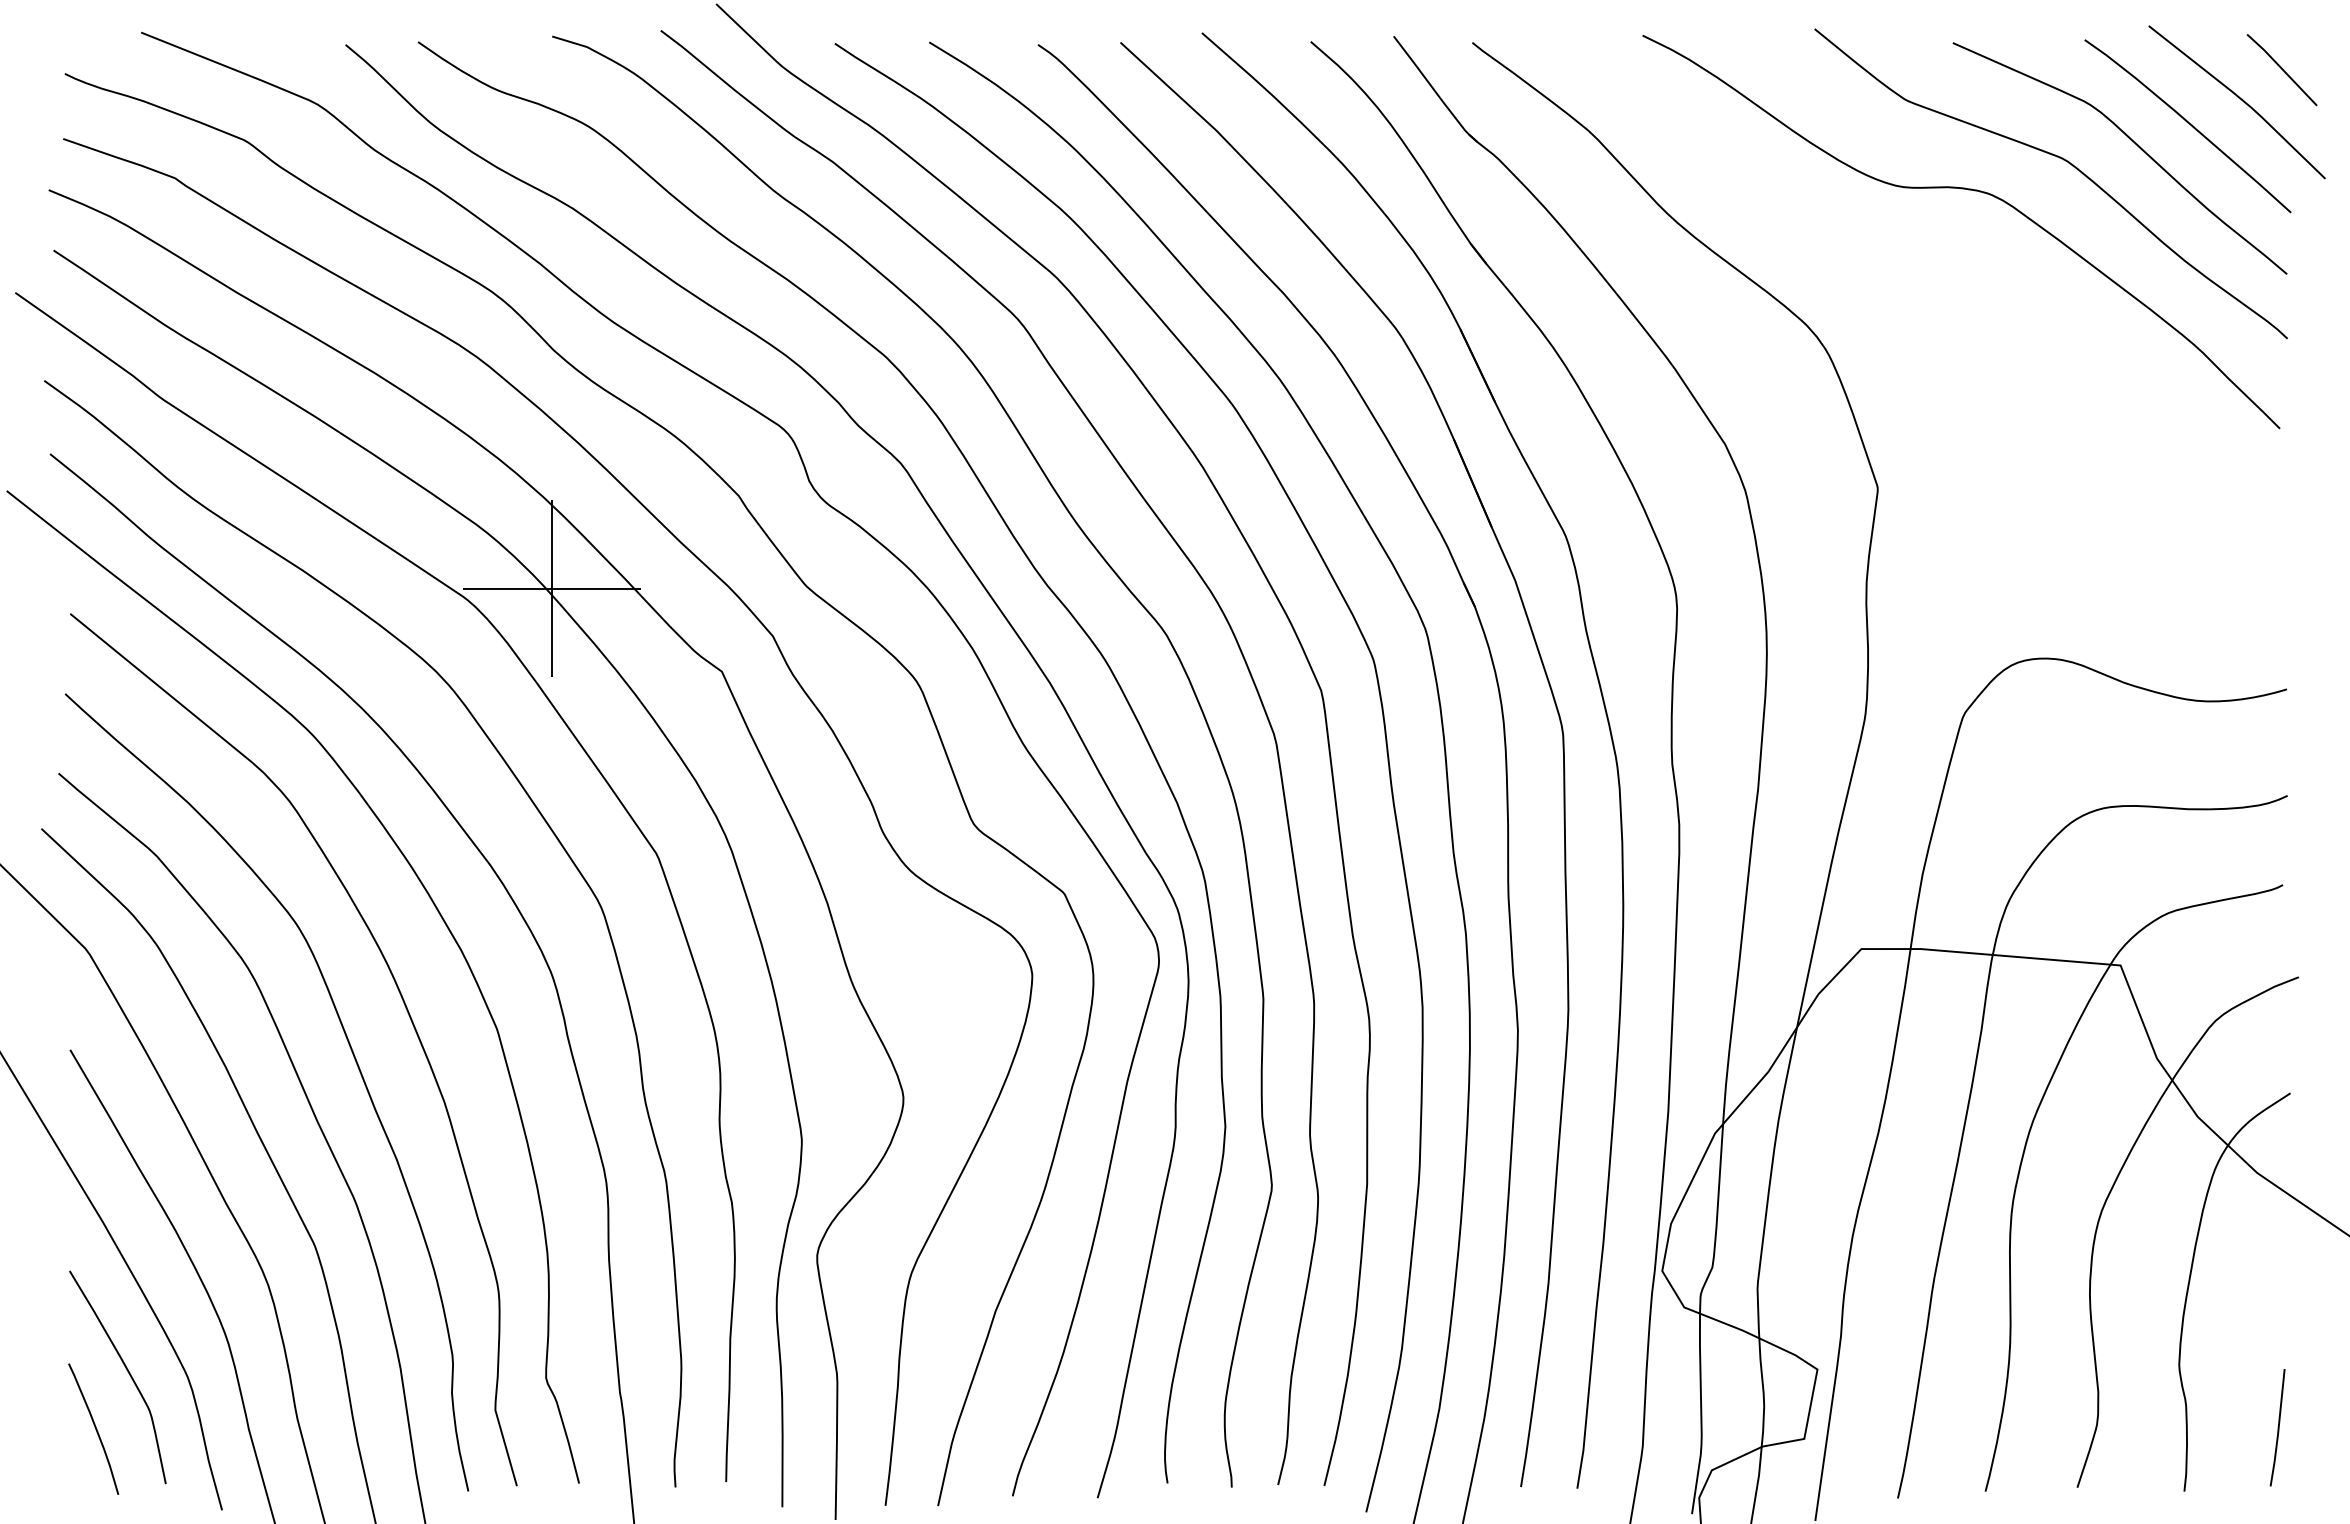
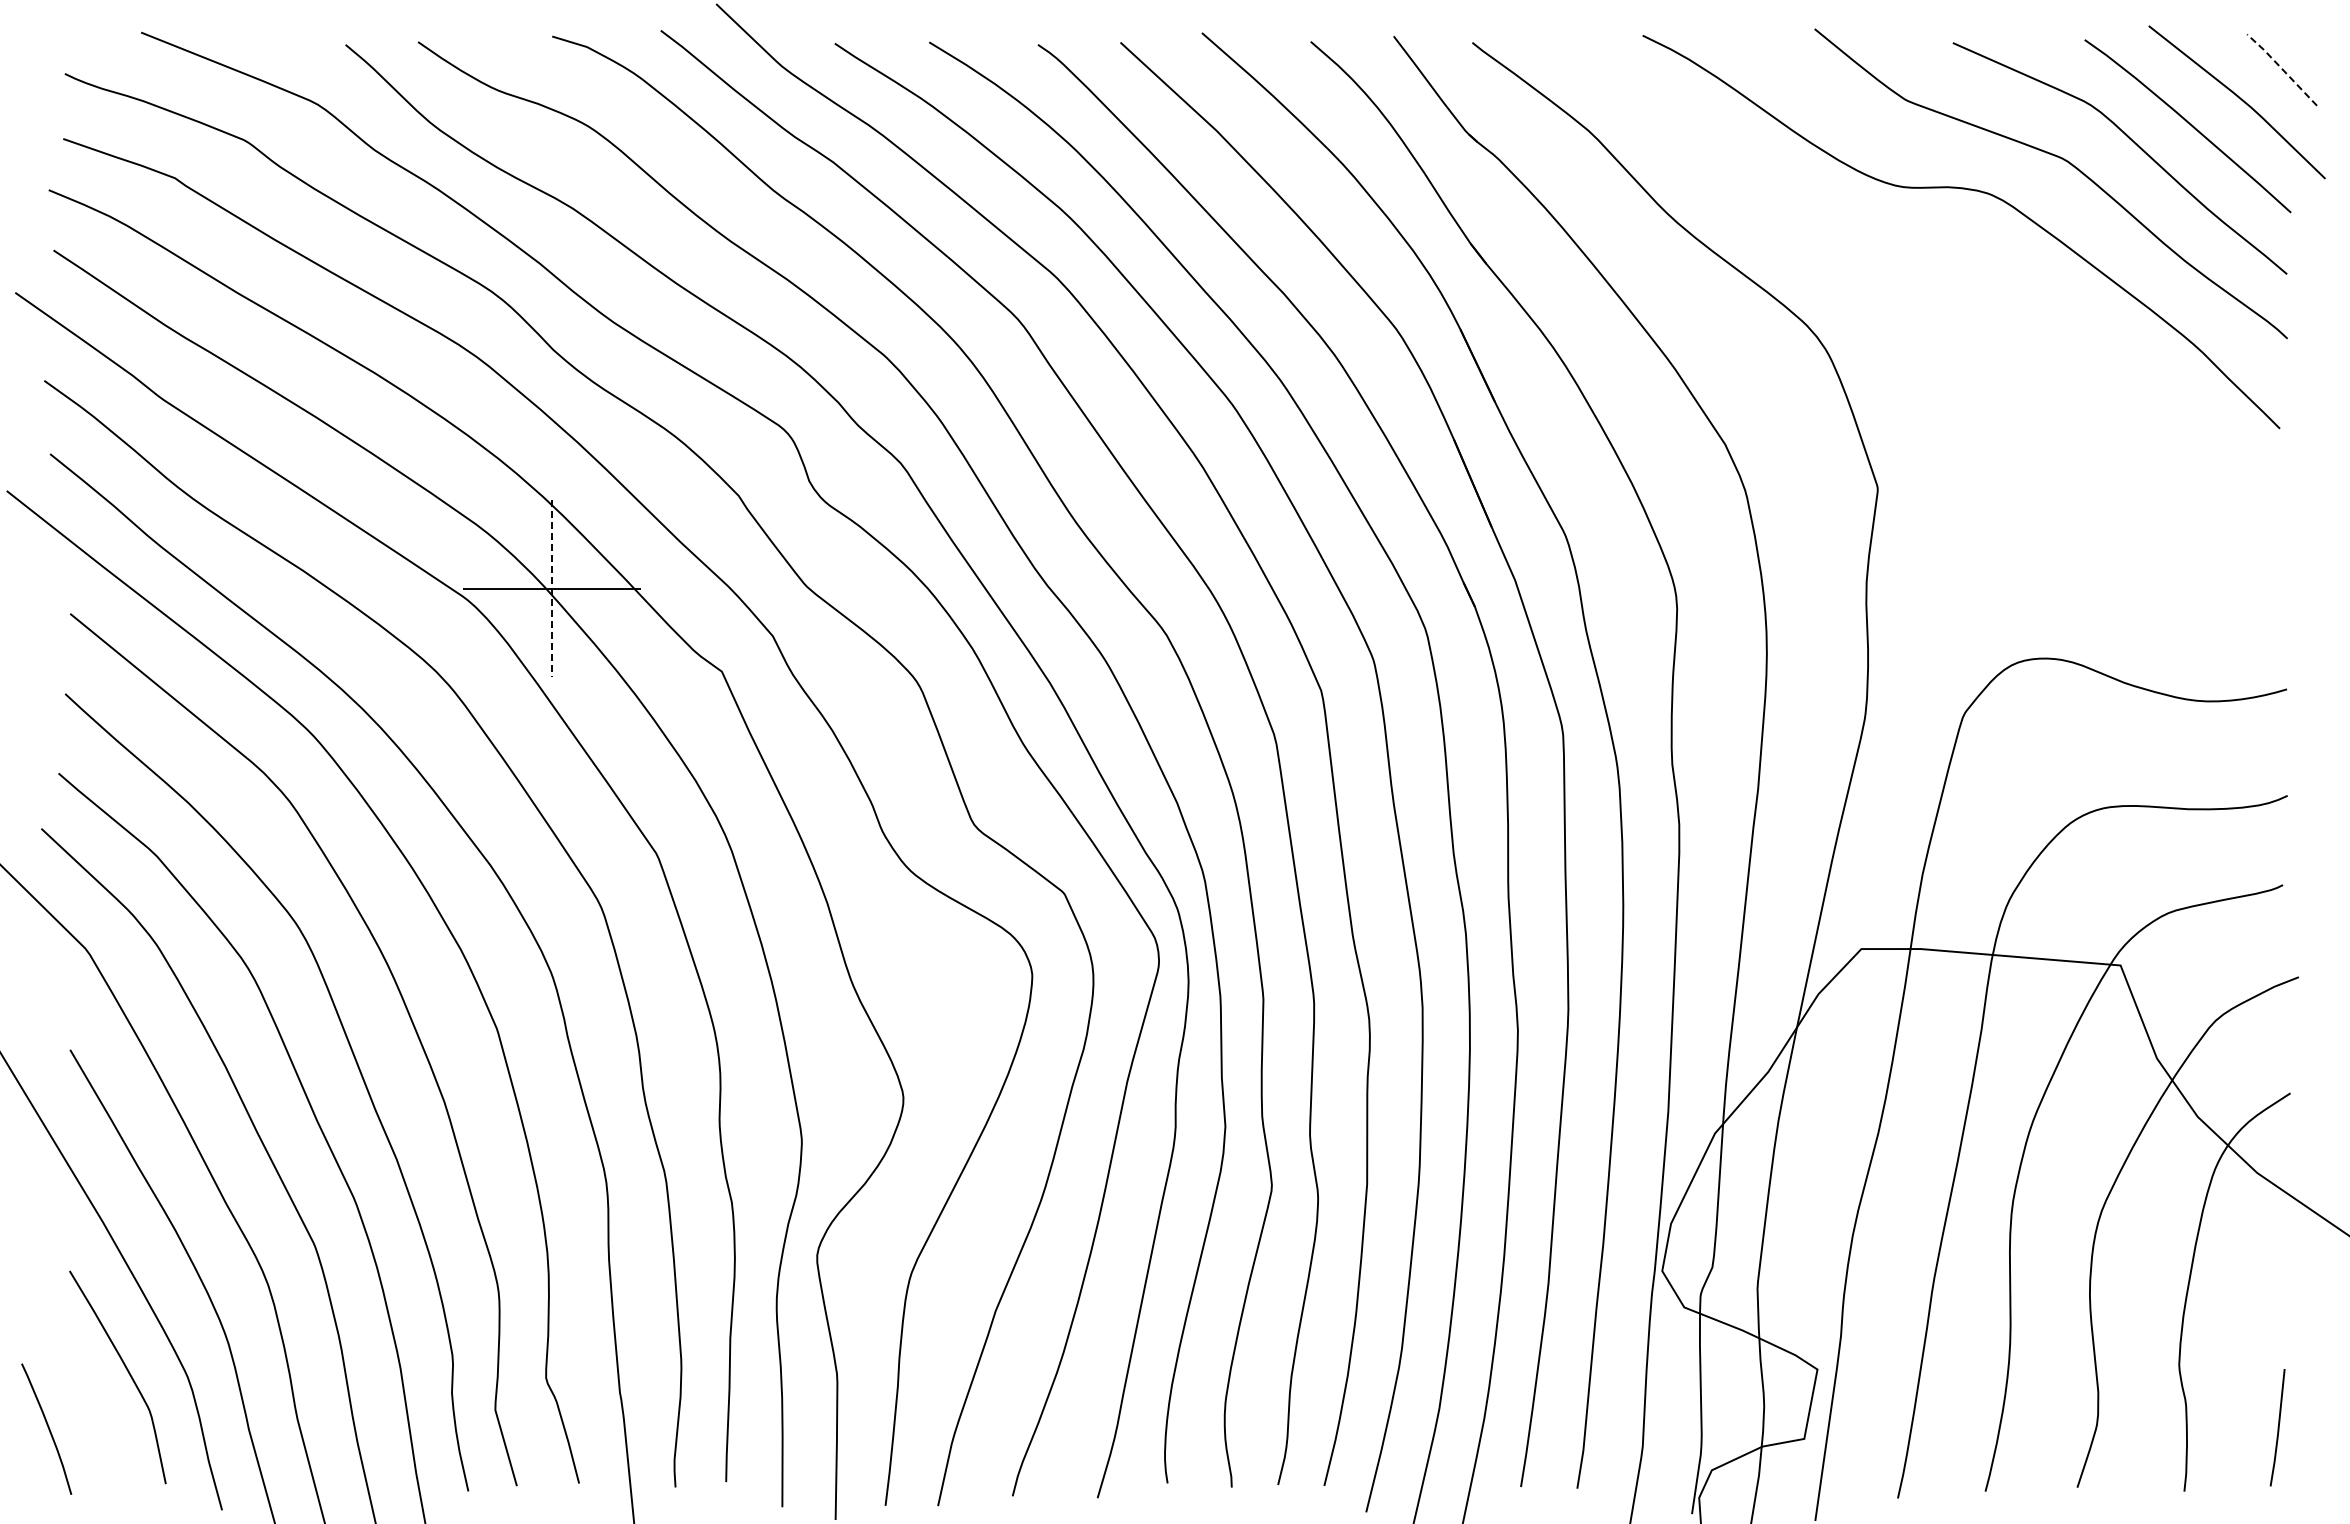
line at (2281, 68): solid -> dashed
line at (552, 588): solid -> dashed
curve at (94, 1427) position: (94, 1427) -> (47, 1427)
